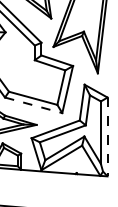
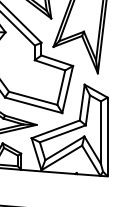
line at (33, 105): dashed -> solid
line at (107, 137): dashed -> solid
